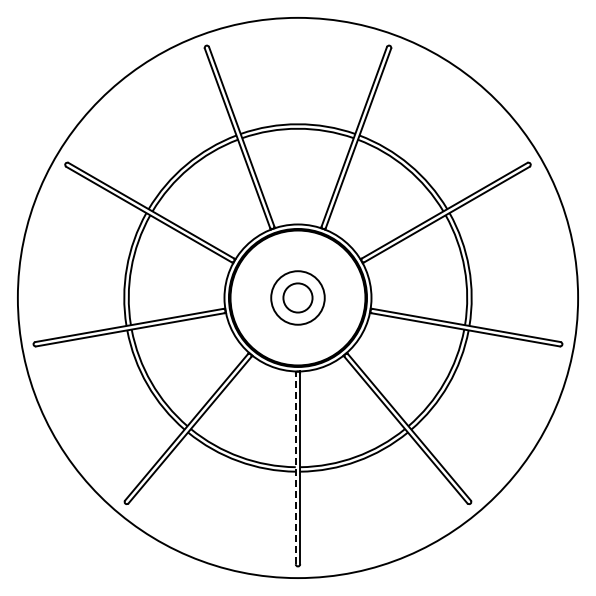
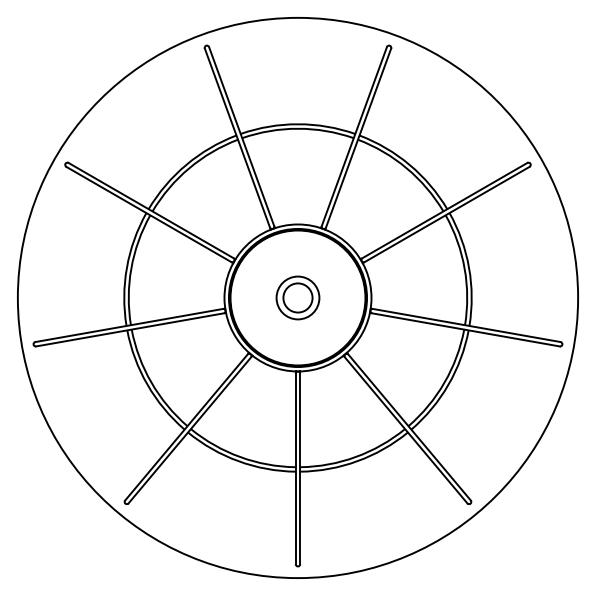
circle at (297, 297) diameter: 54 px -> 43 px
line at (295, 467): dashed -> solid
